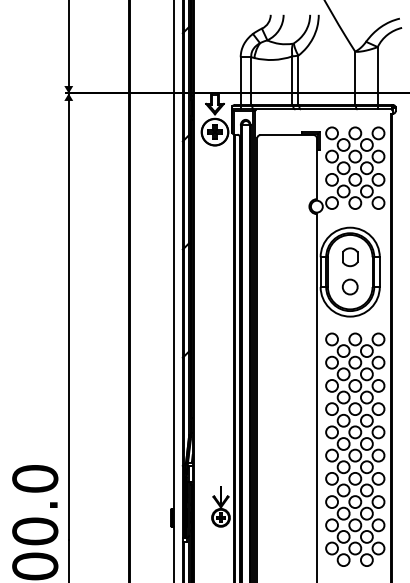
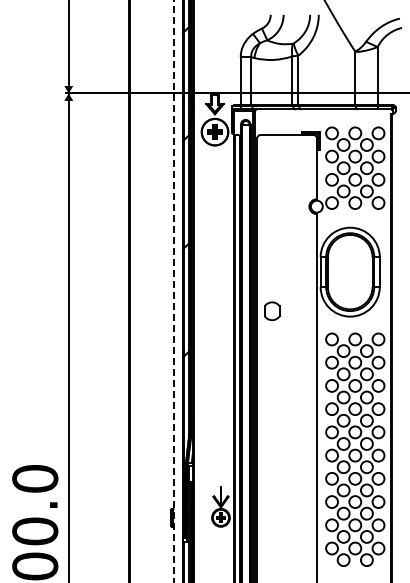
part at (350, 257) position: (350, 257) -> (272, 311)
circle at (349, 286): present -> none
line at (173, 291): solid -> dashed
